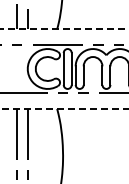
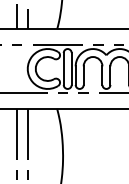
line at (65, 29): dashed -> solid
line at (64, 108): dashed -> solid
